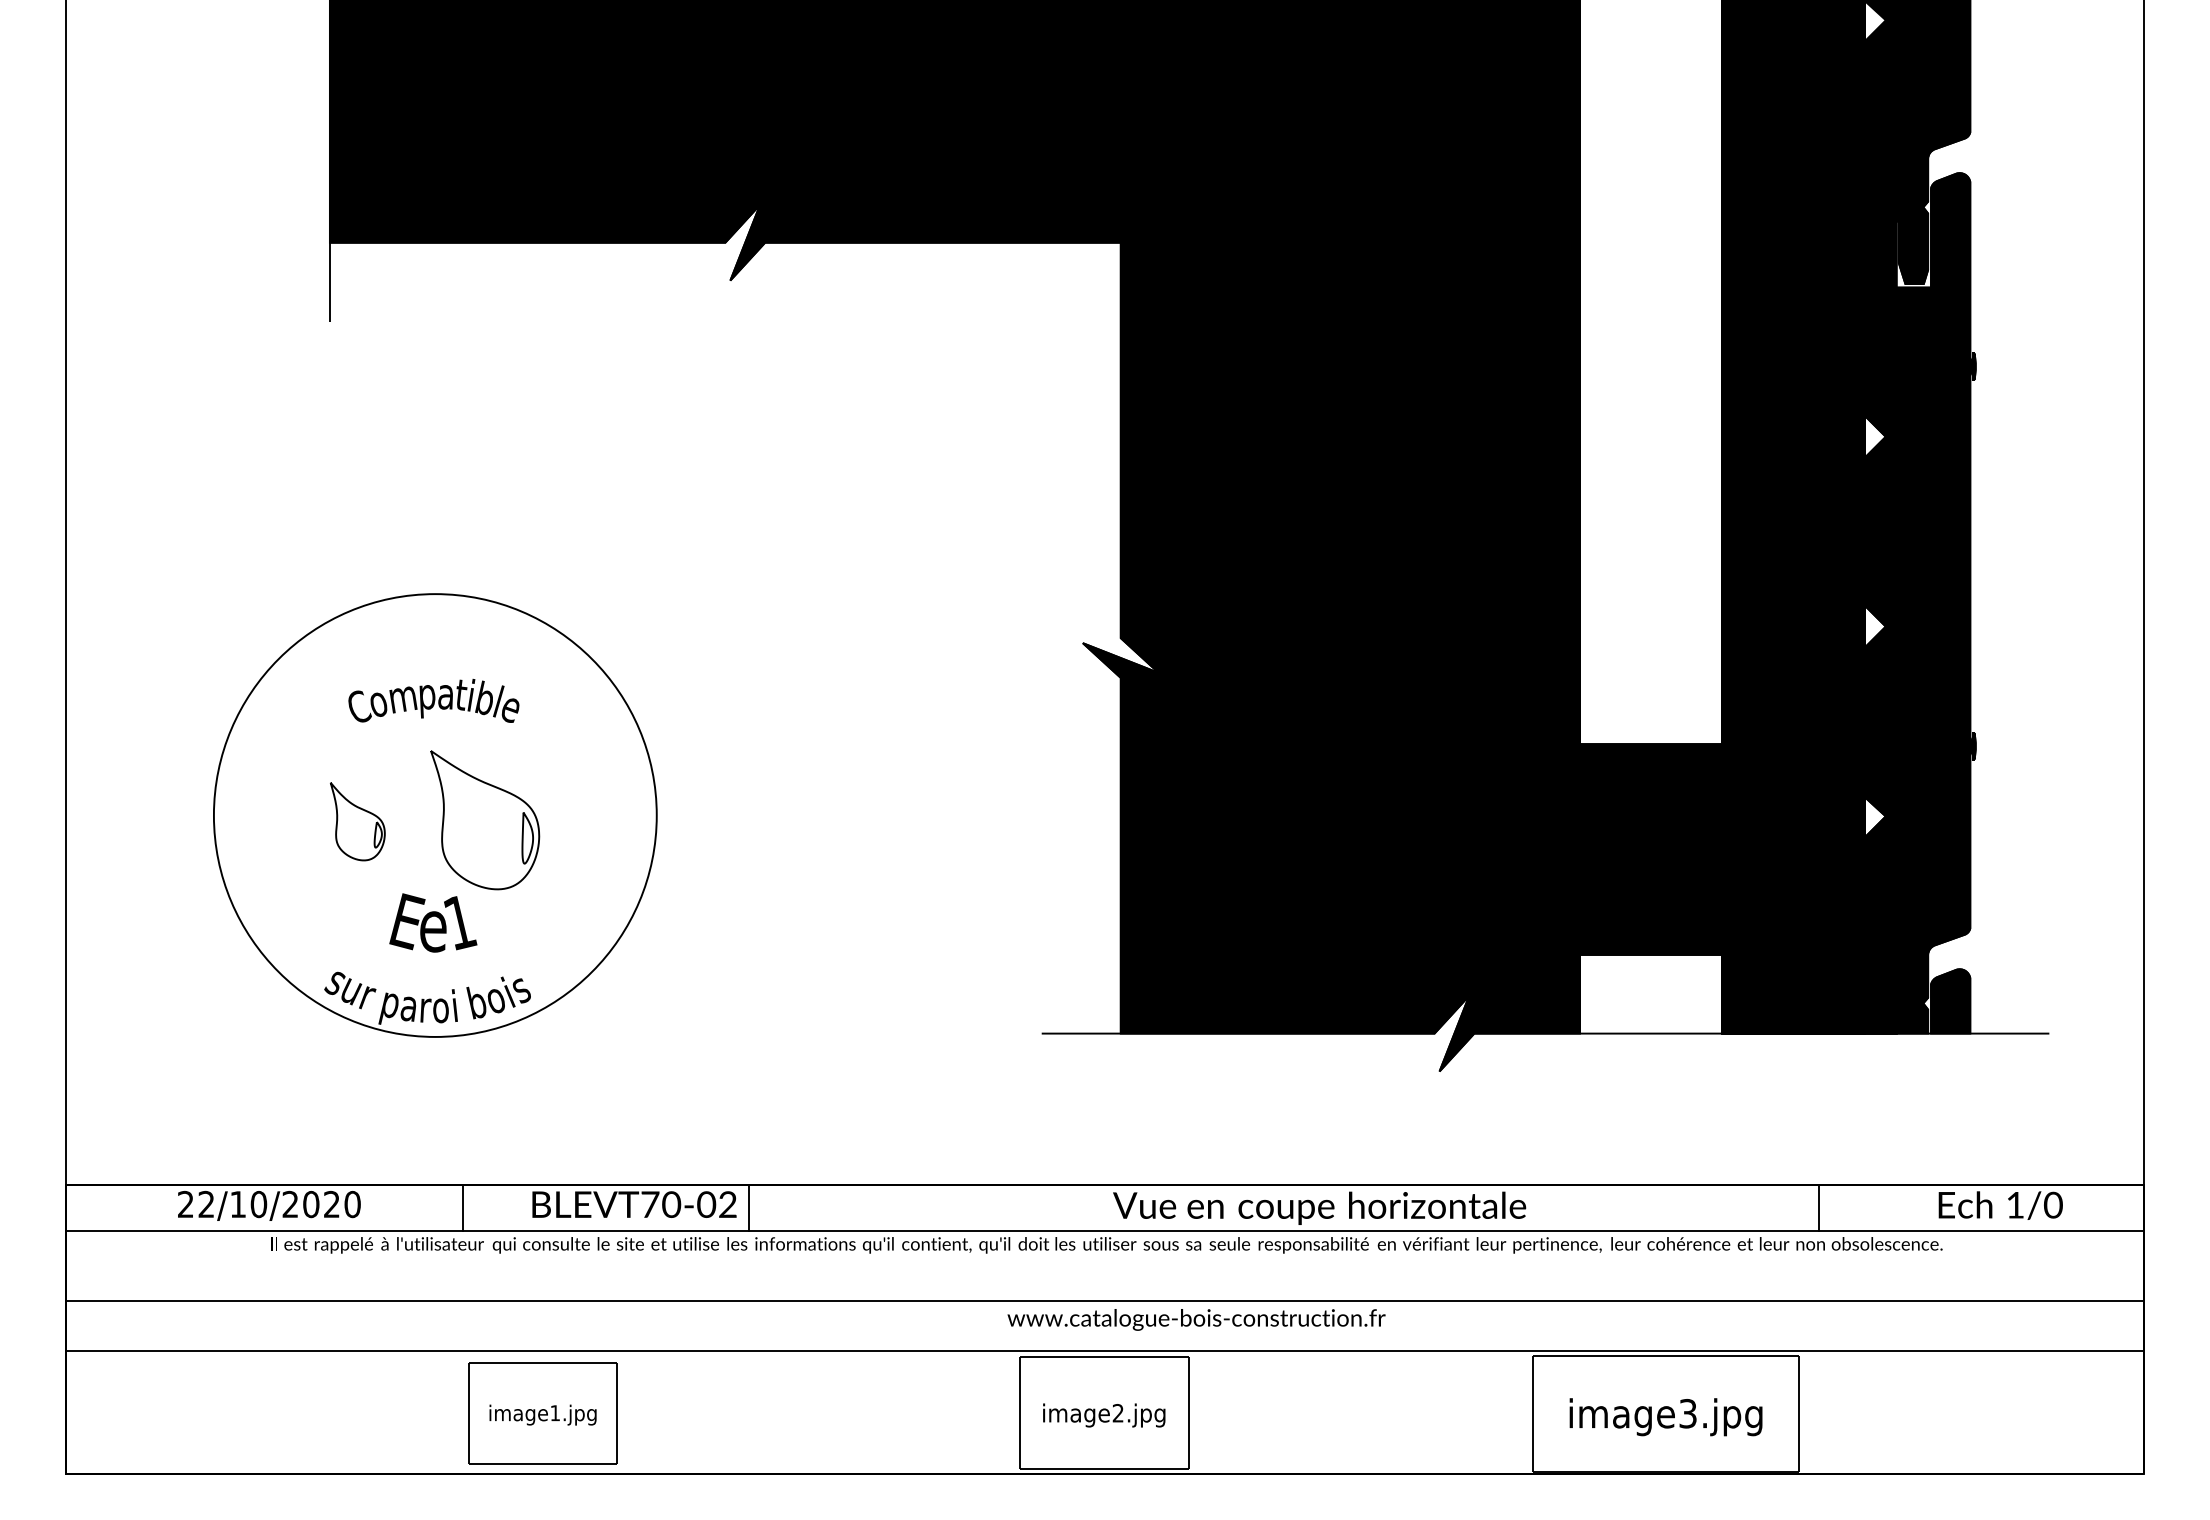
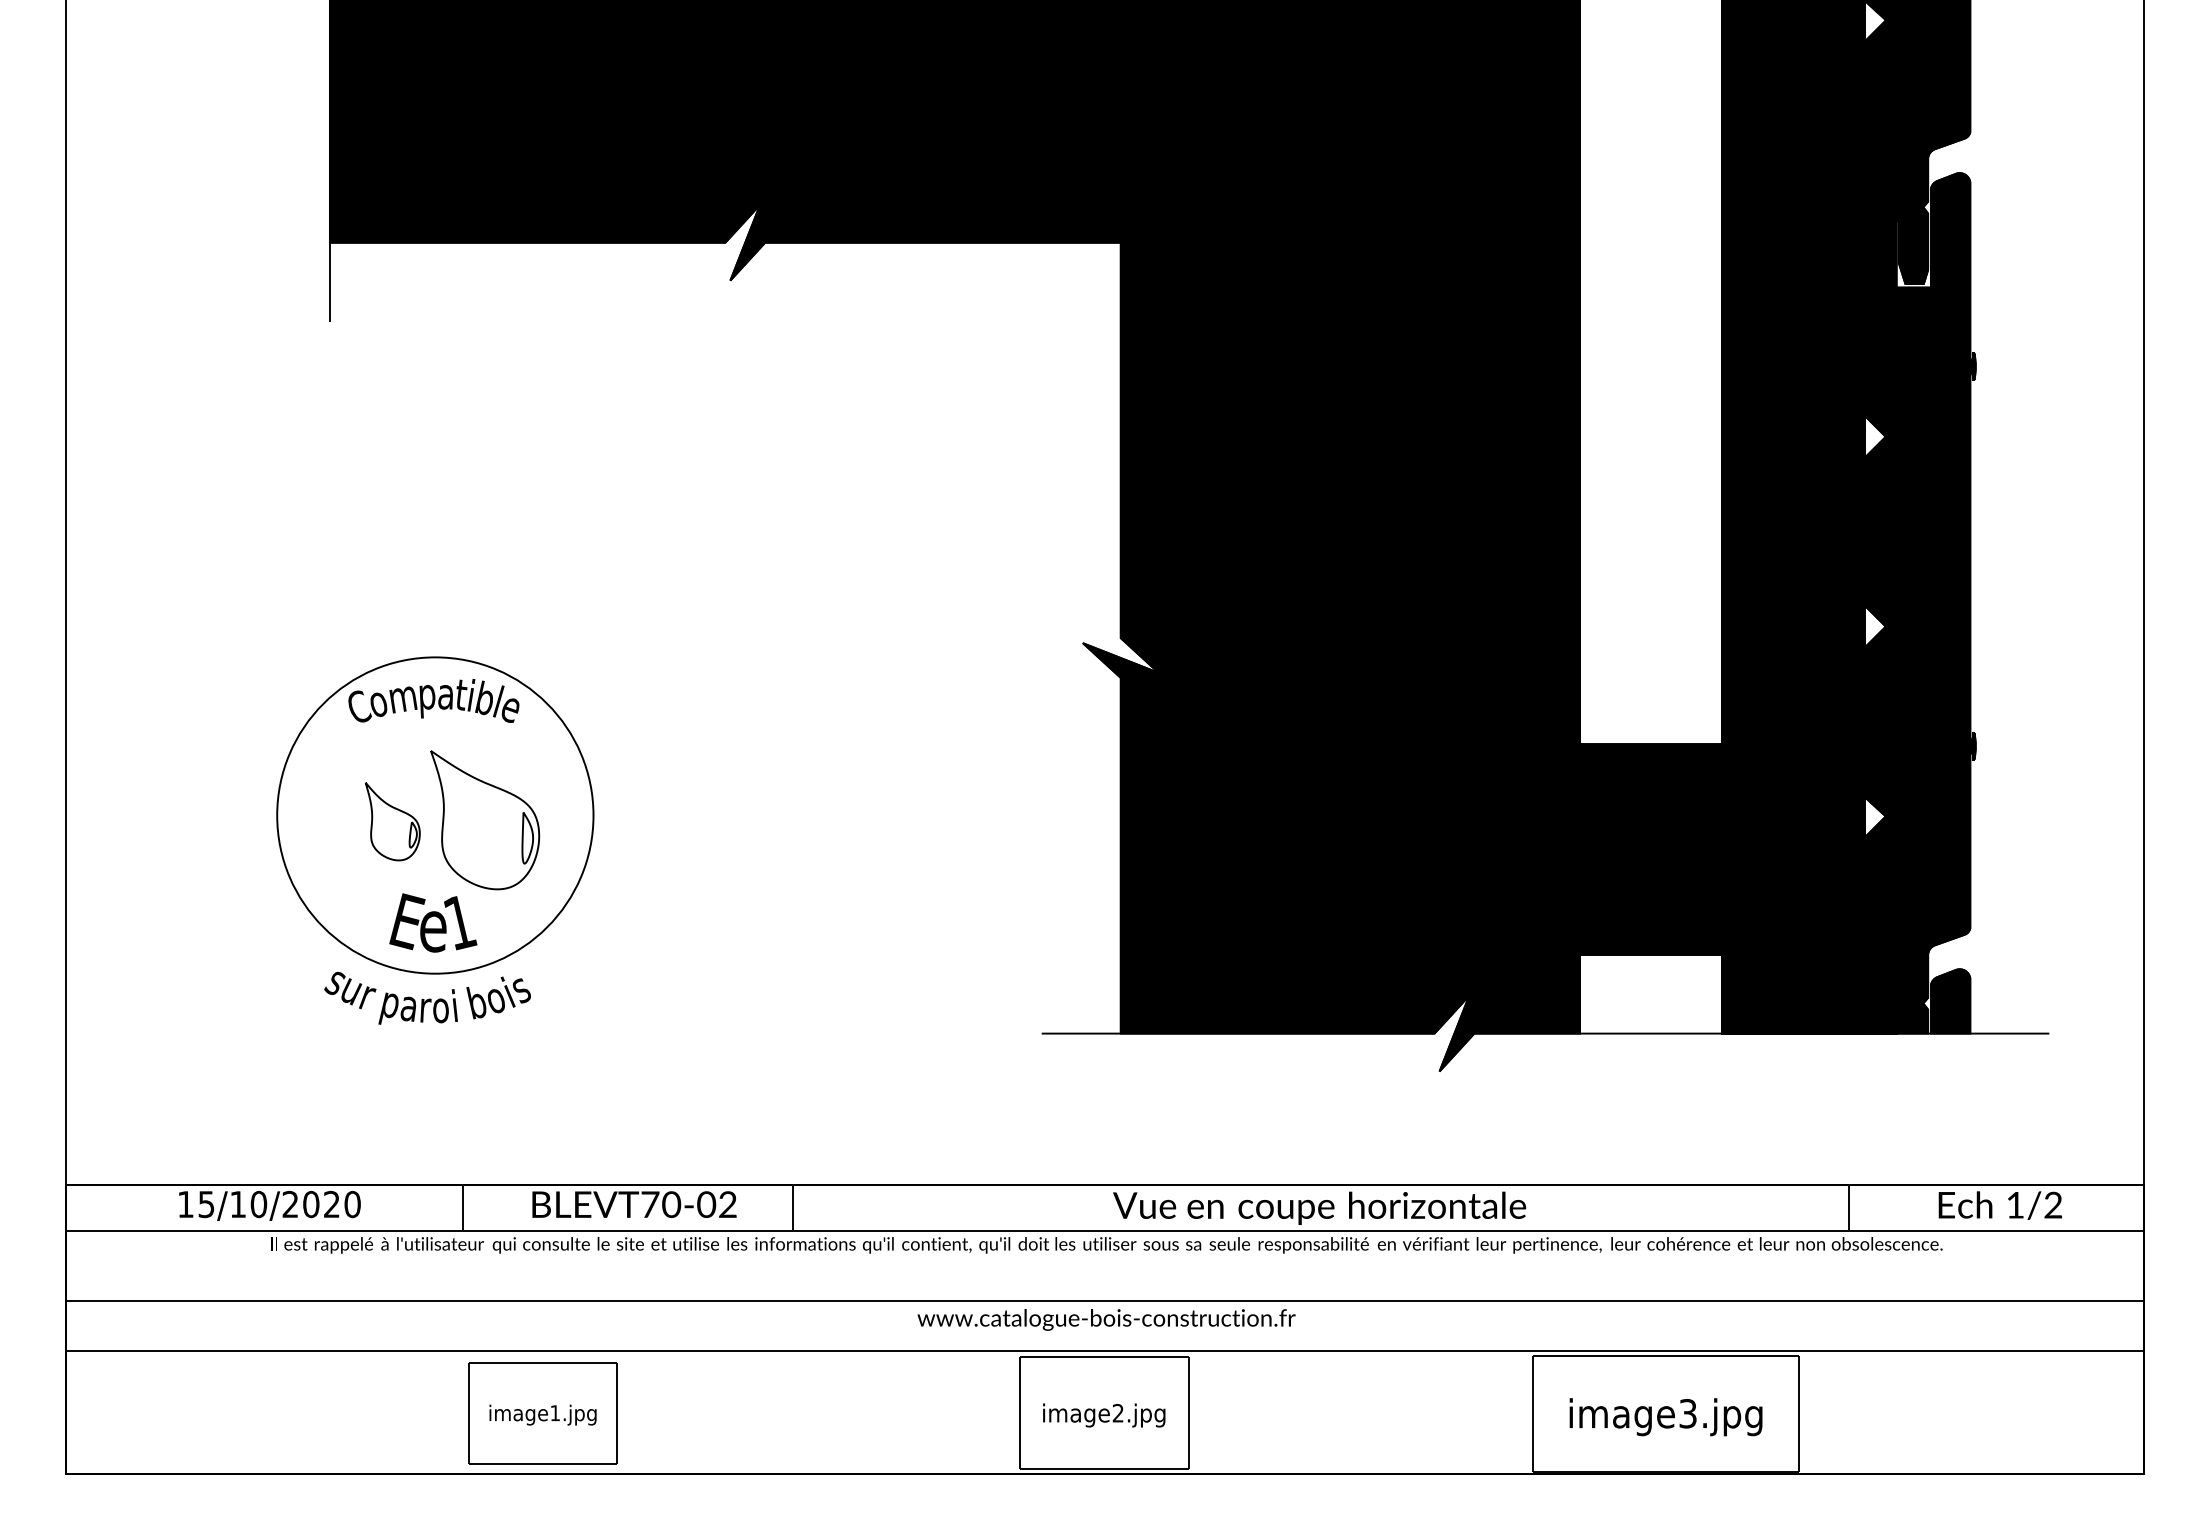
circle at (434, 815) diameter: 443 px -> 316 px
part at (357, 821) position: (357, 821) -> (392, 821)
text at (196, 1204): 22/10/2020 -> 15/10/2020
text at (2053, 1205): 1/0 -> 1/2
line at (748, 1207) position: (748, 1207) -> (792, 1207)
line at (1818, 1207) position: (1818, 1207) -> (1848, 1207)
text at (1196, 1319) position: (1196, 1319) -> (1106, 1319)
